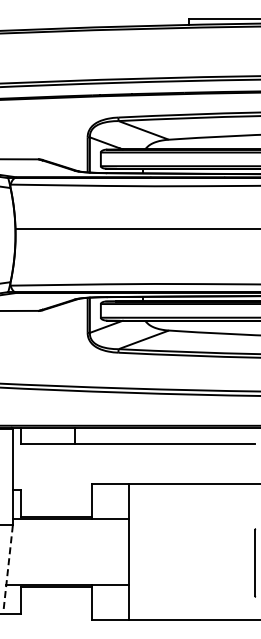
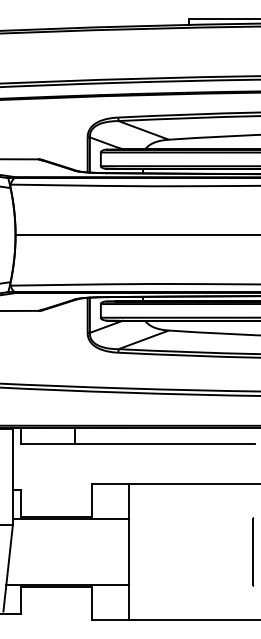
line at (136, 229) position: (136, 229) -> (136, 235)
line at (255, 562) position: (255, 562) -> (253, 551)
line at (8, 568): dashed -> solid
